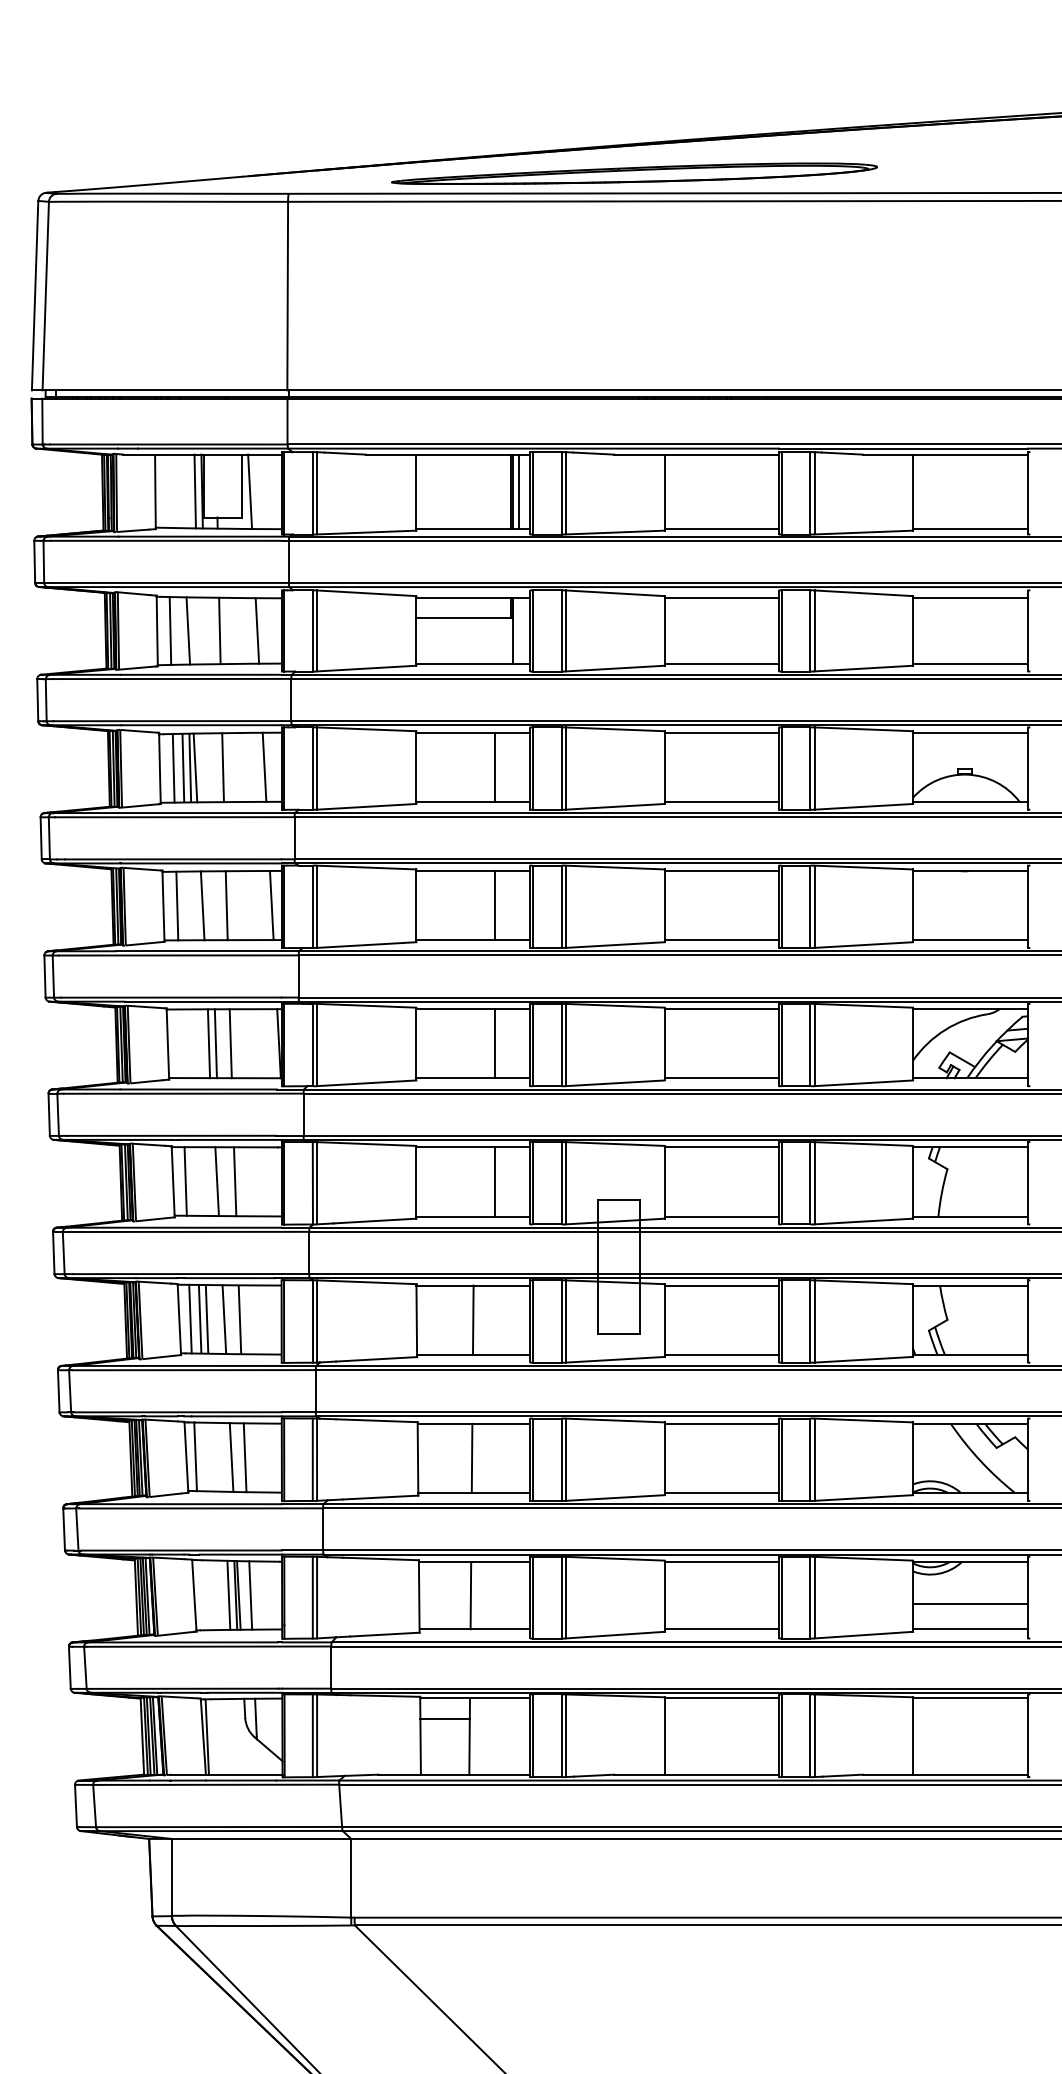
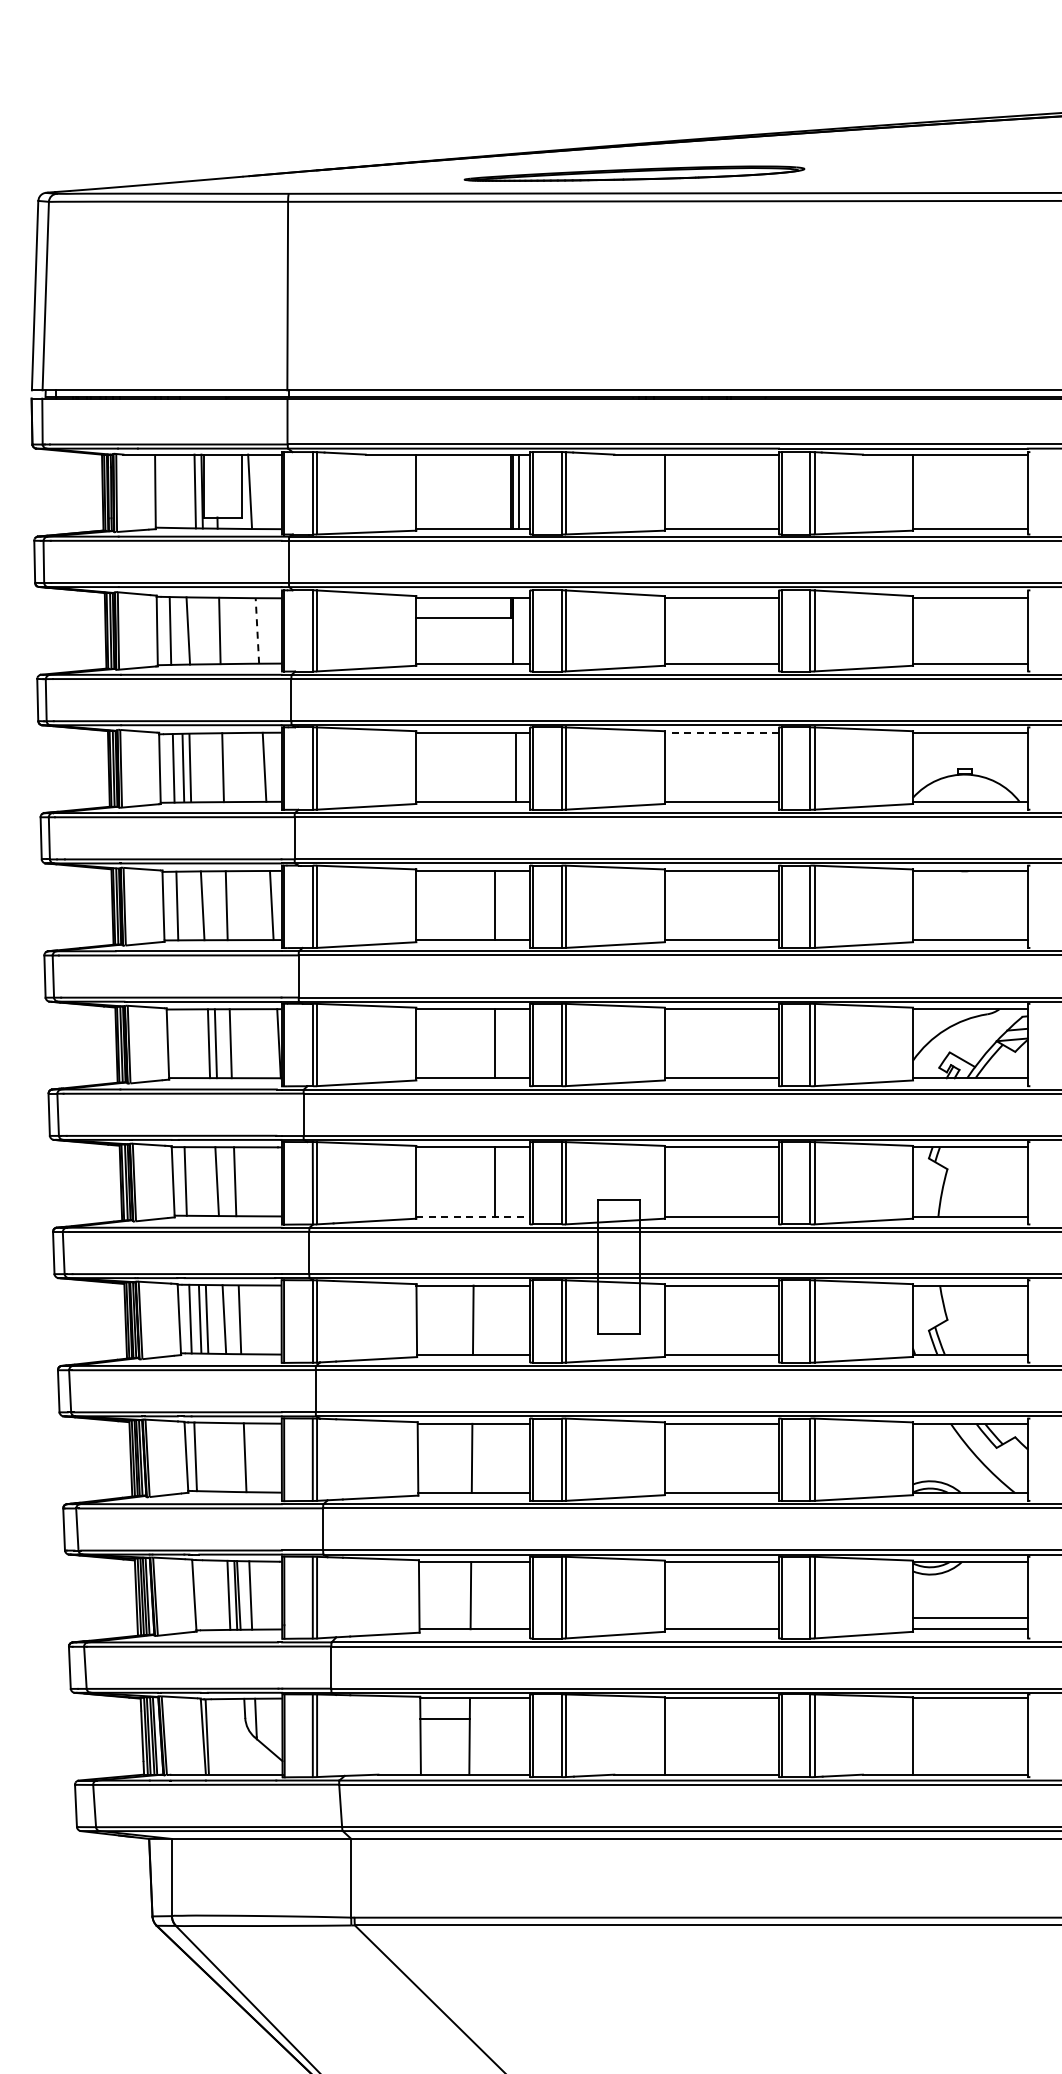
part at (634, 173) size: 487x23 px -> 343x17 px
line at (257, 630): solid -> dashed
line at (721, 732): solid -> dashed
line at (495, 766) position: (495, 766) -> (516, 766)
line at (195, 767): present -> none
line at (473, 1216): solid -> dashed
line at (231, 1457): present -> none
line at (970, 1603) position: (970, 1603) -> (970, 1617)
